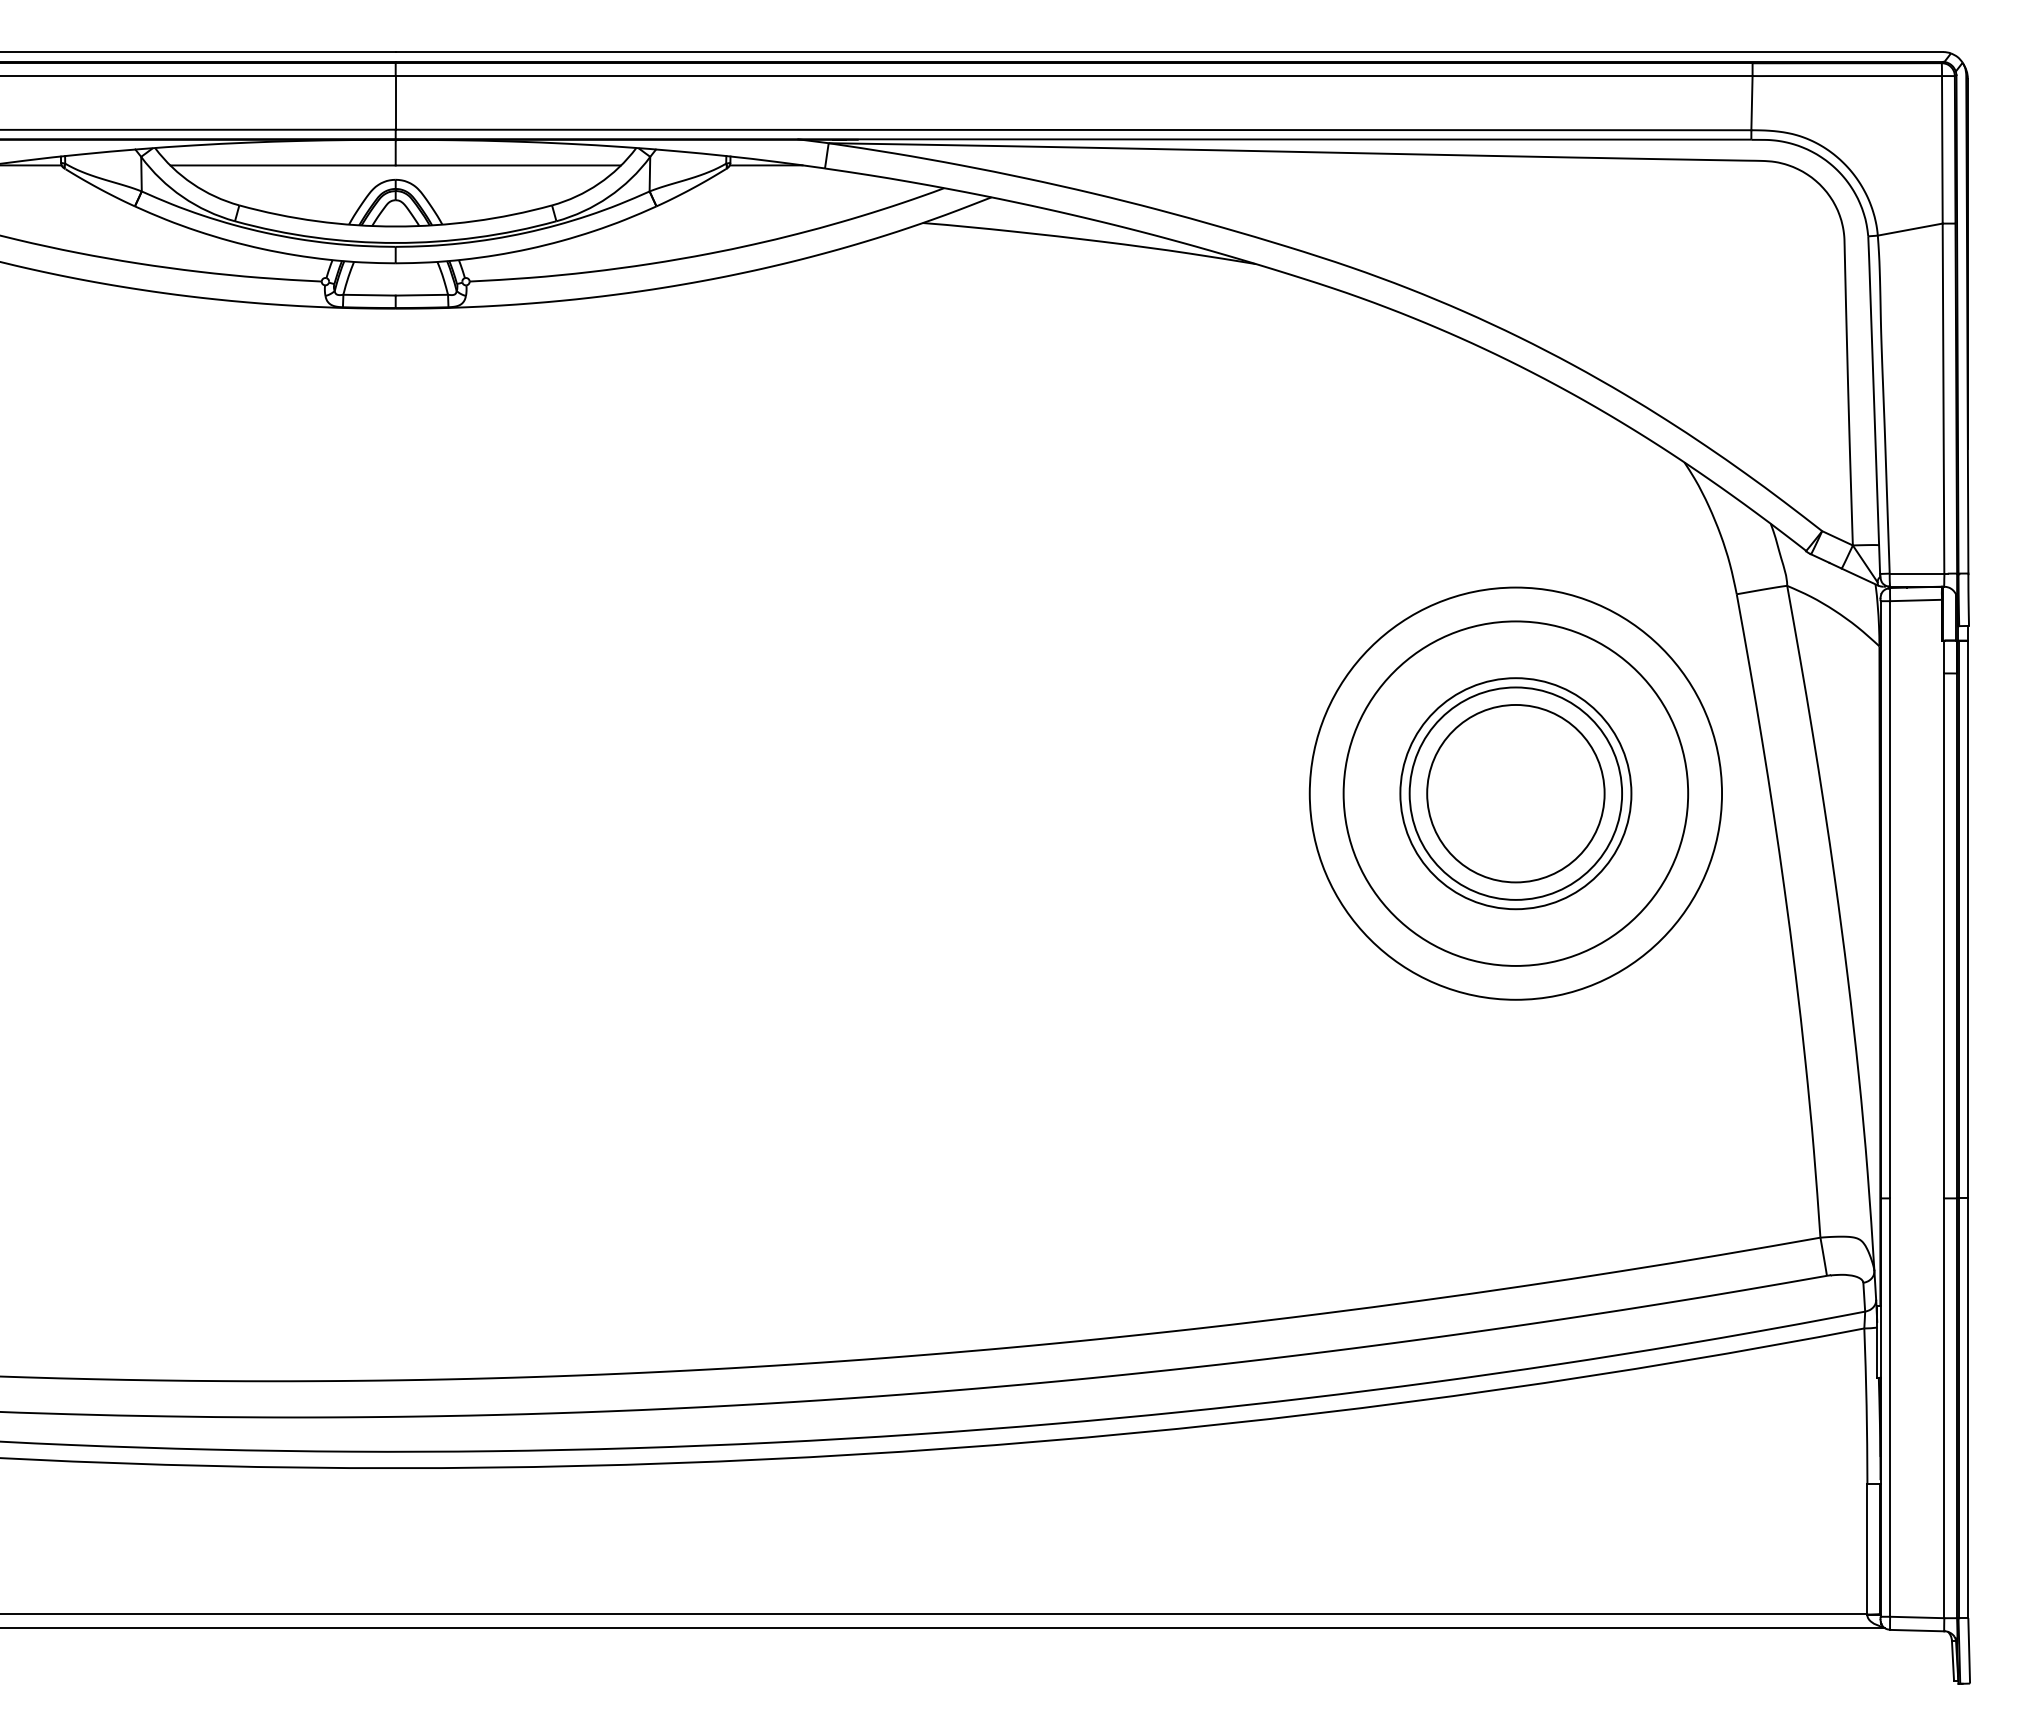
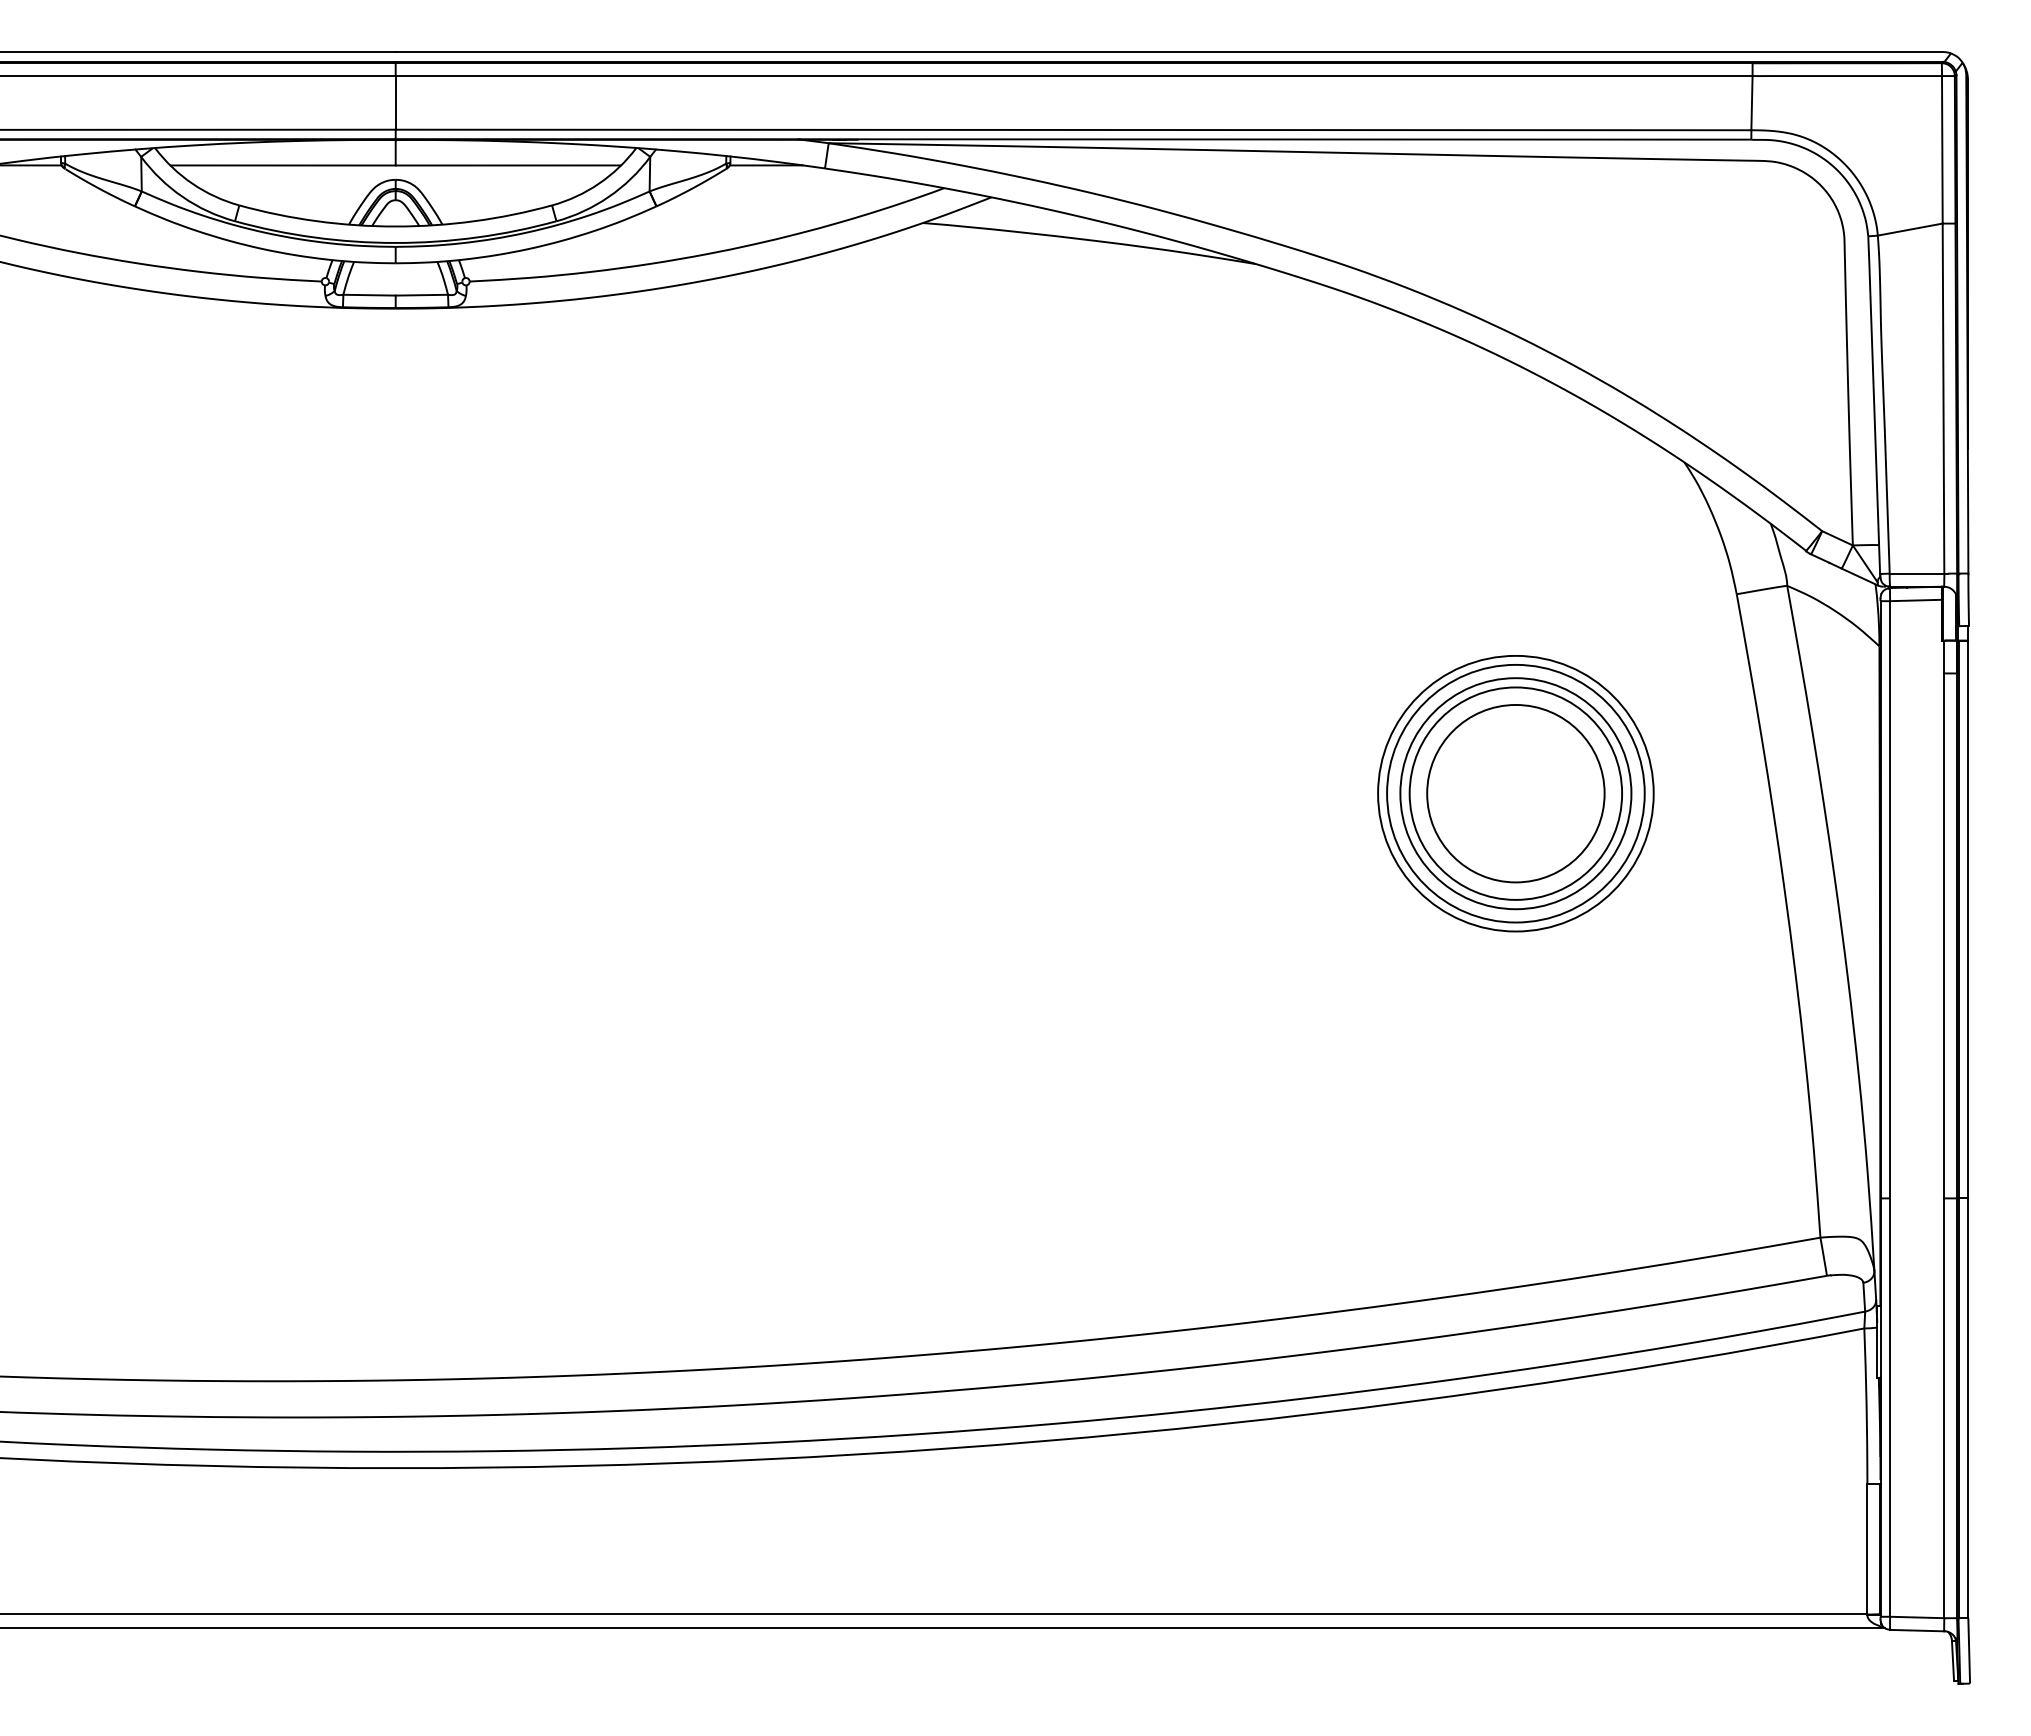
circle at (1515, 793) diameter: 345 px -> 276 px
circle at (1515, 793) diameter: 412 px -> 258 px
